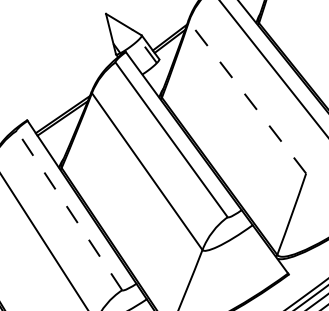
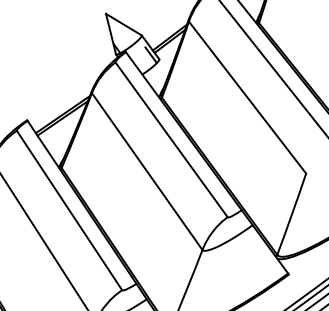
line at (247, 97): dashed -> solid
line at (69, 210): dashed -> solid
